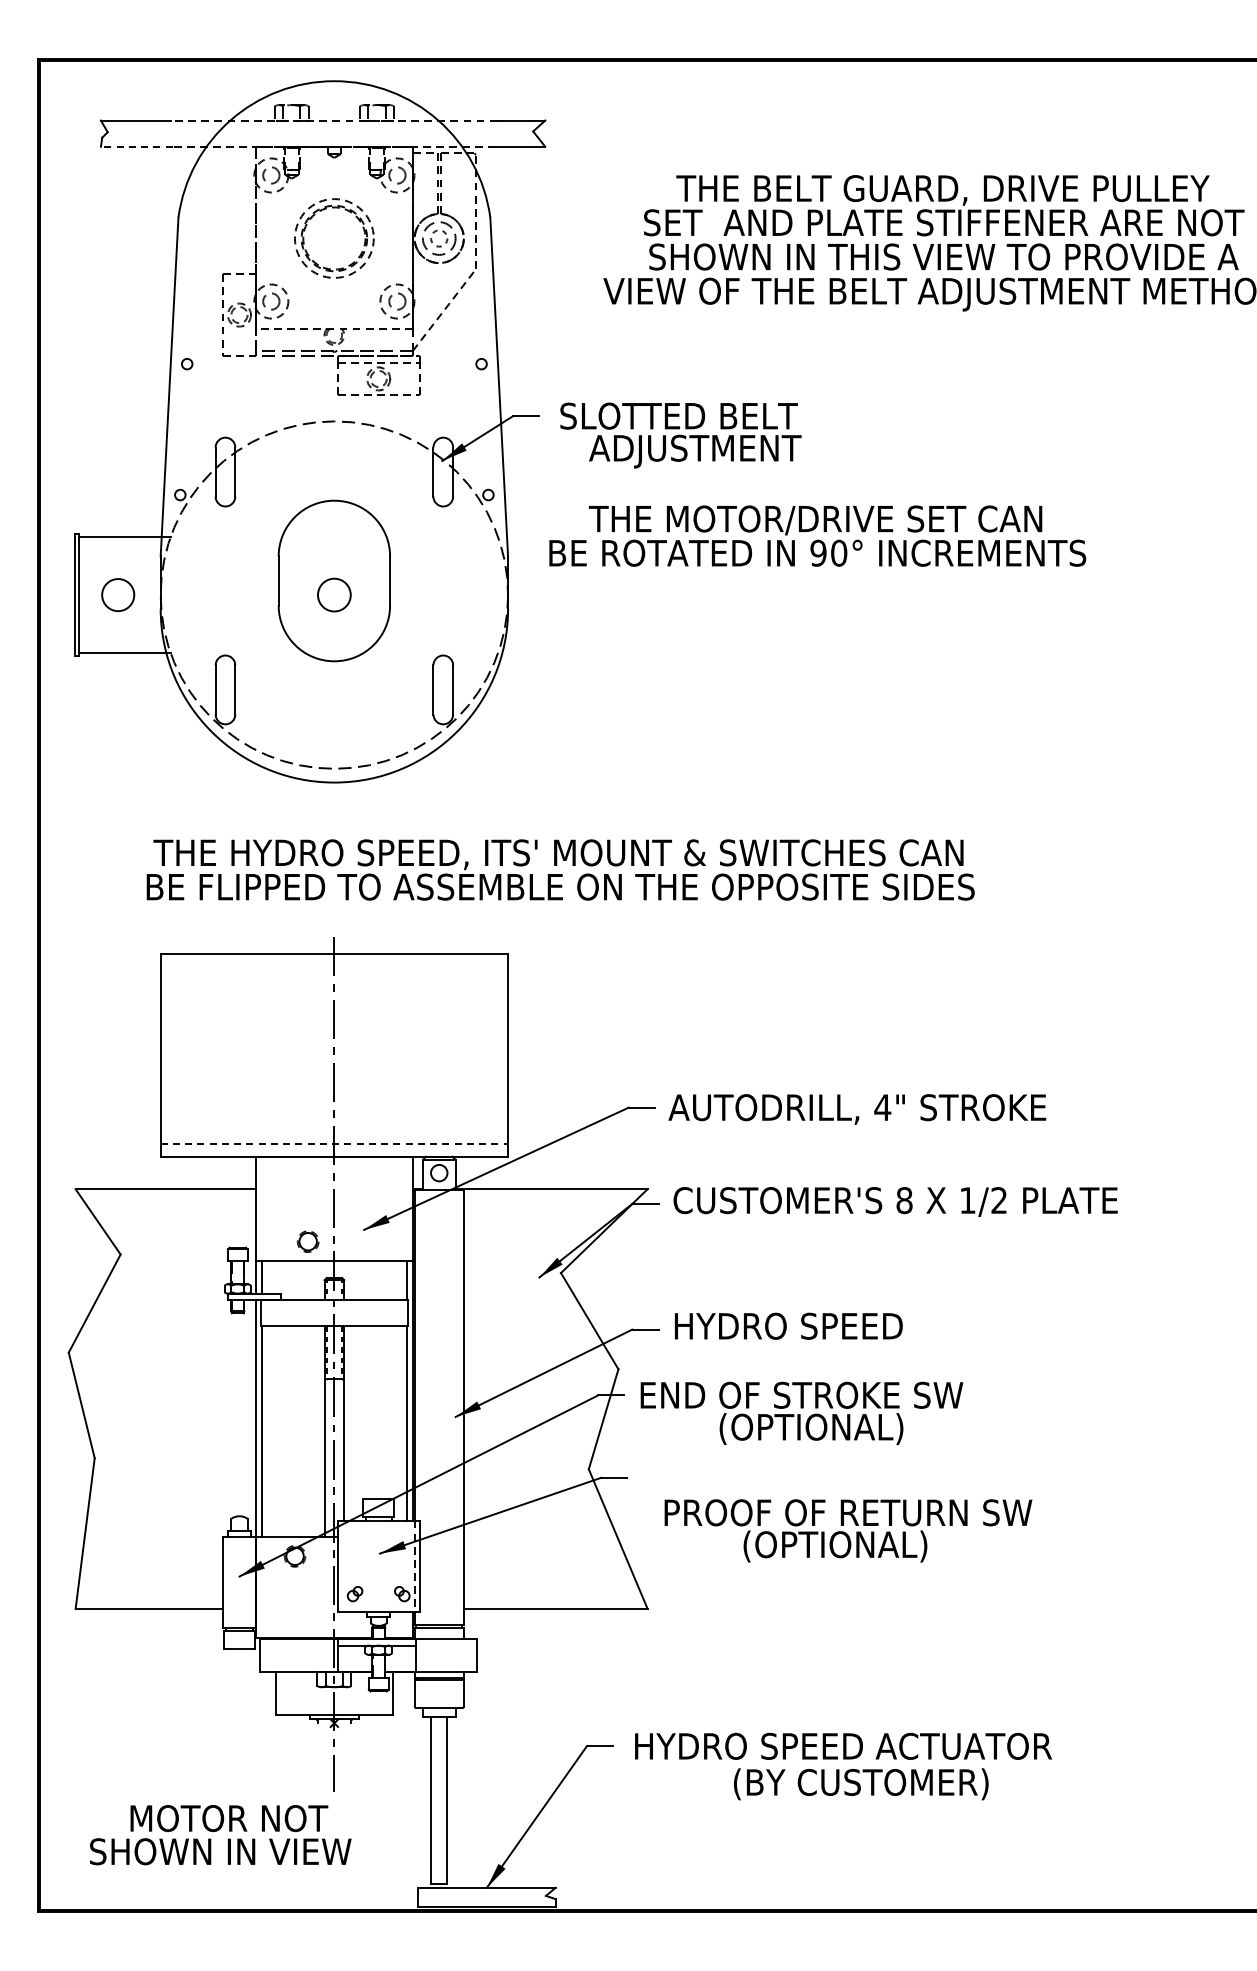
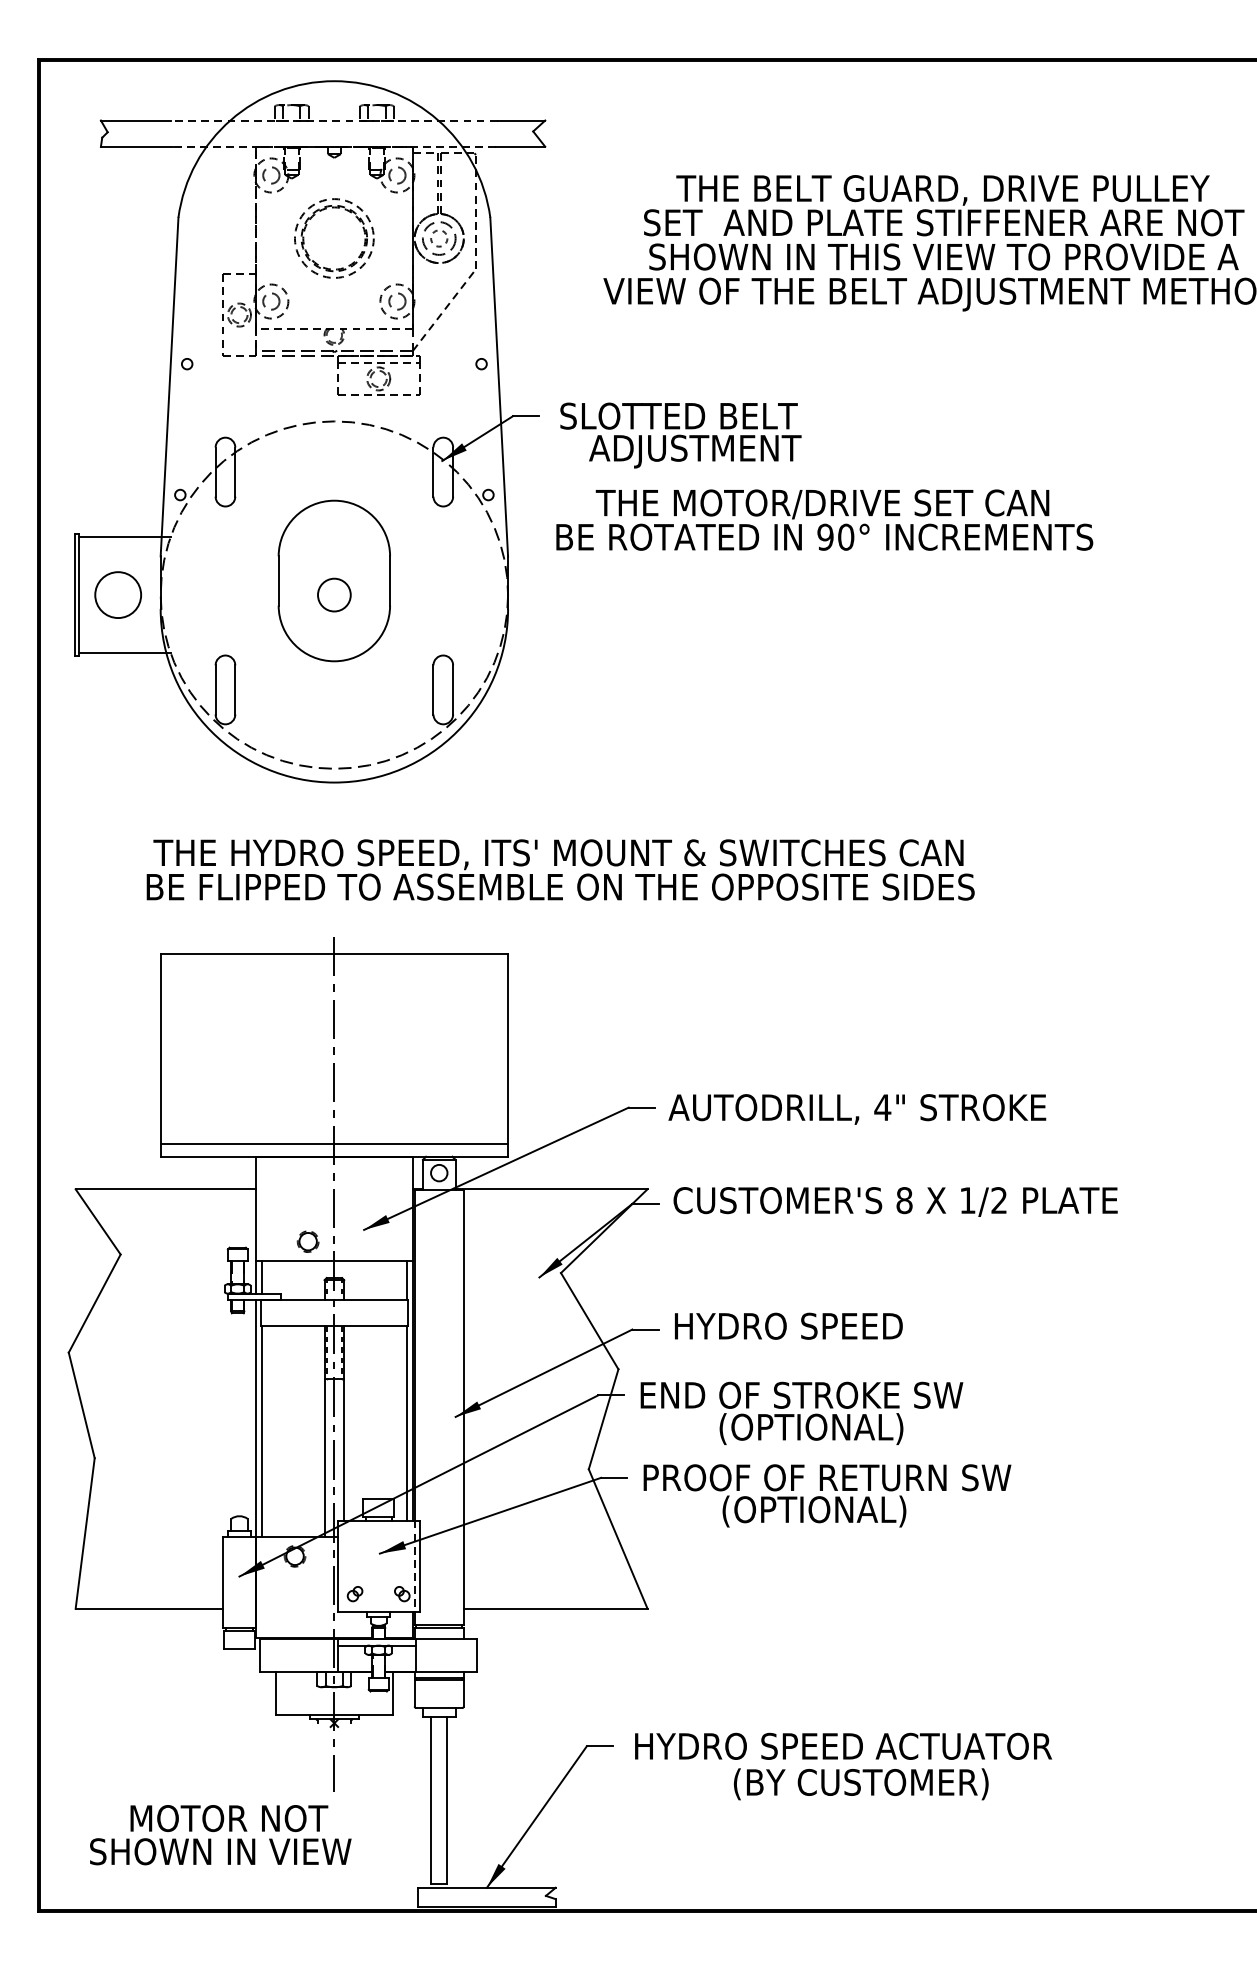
line at (136, 146): dashed -> solid
text at (817, 535) position: (817, 535) -> (824, 519)
circle at (118, 595) diameter: 32 px -> 46 px
line at (334, 1143): dashed -> solid
text at (848, 1530) position: (848, 1530) -> (827, 1495)
